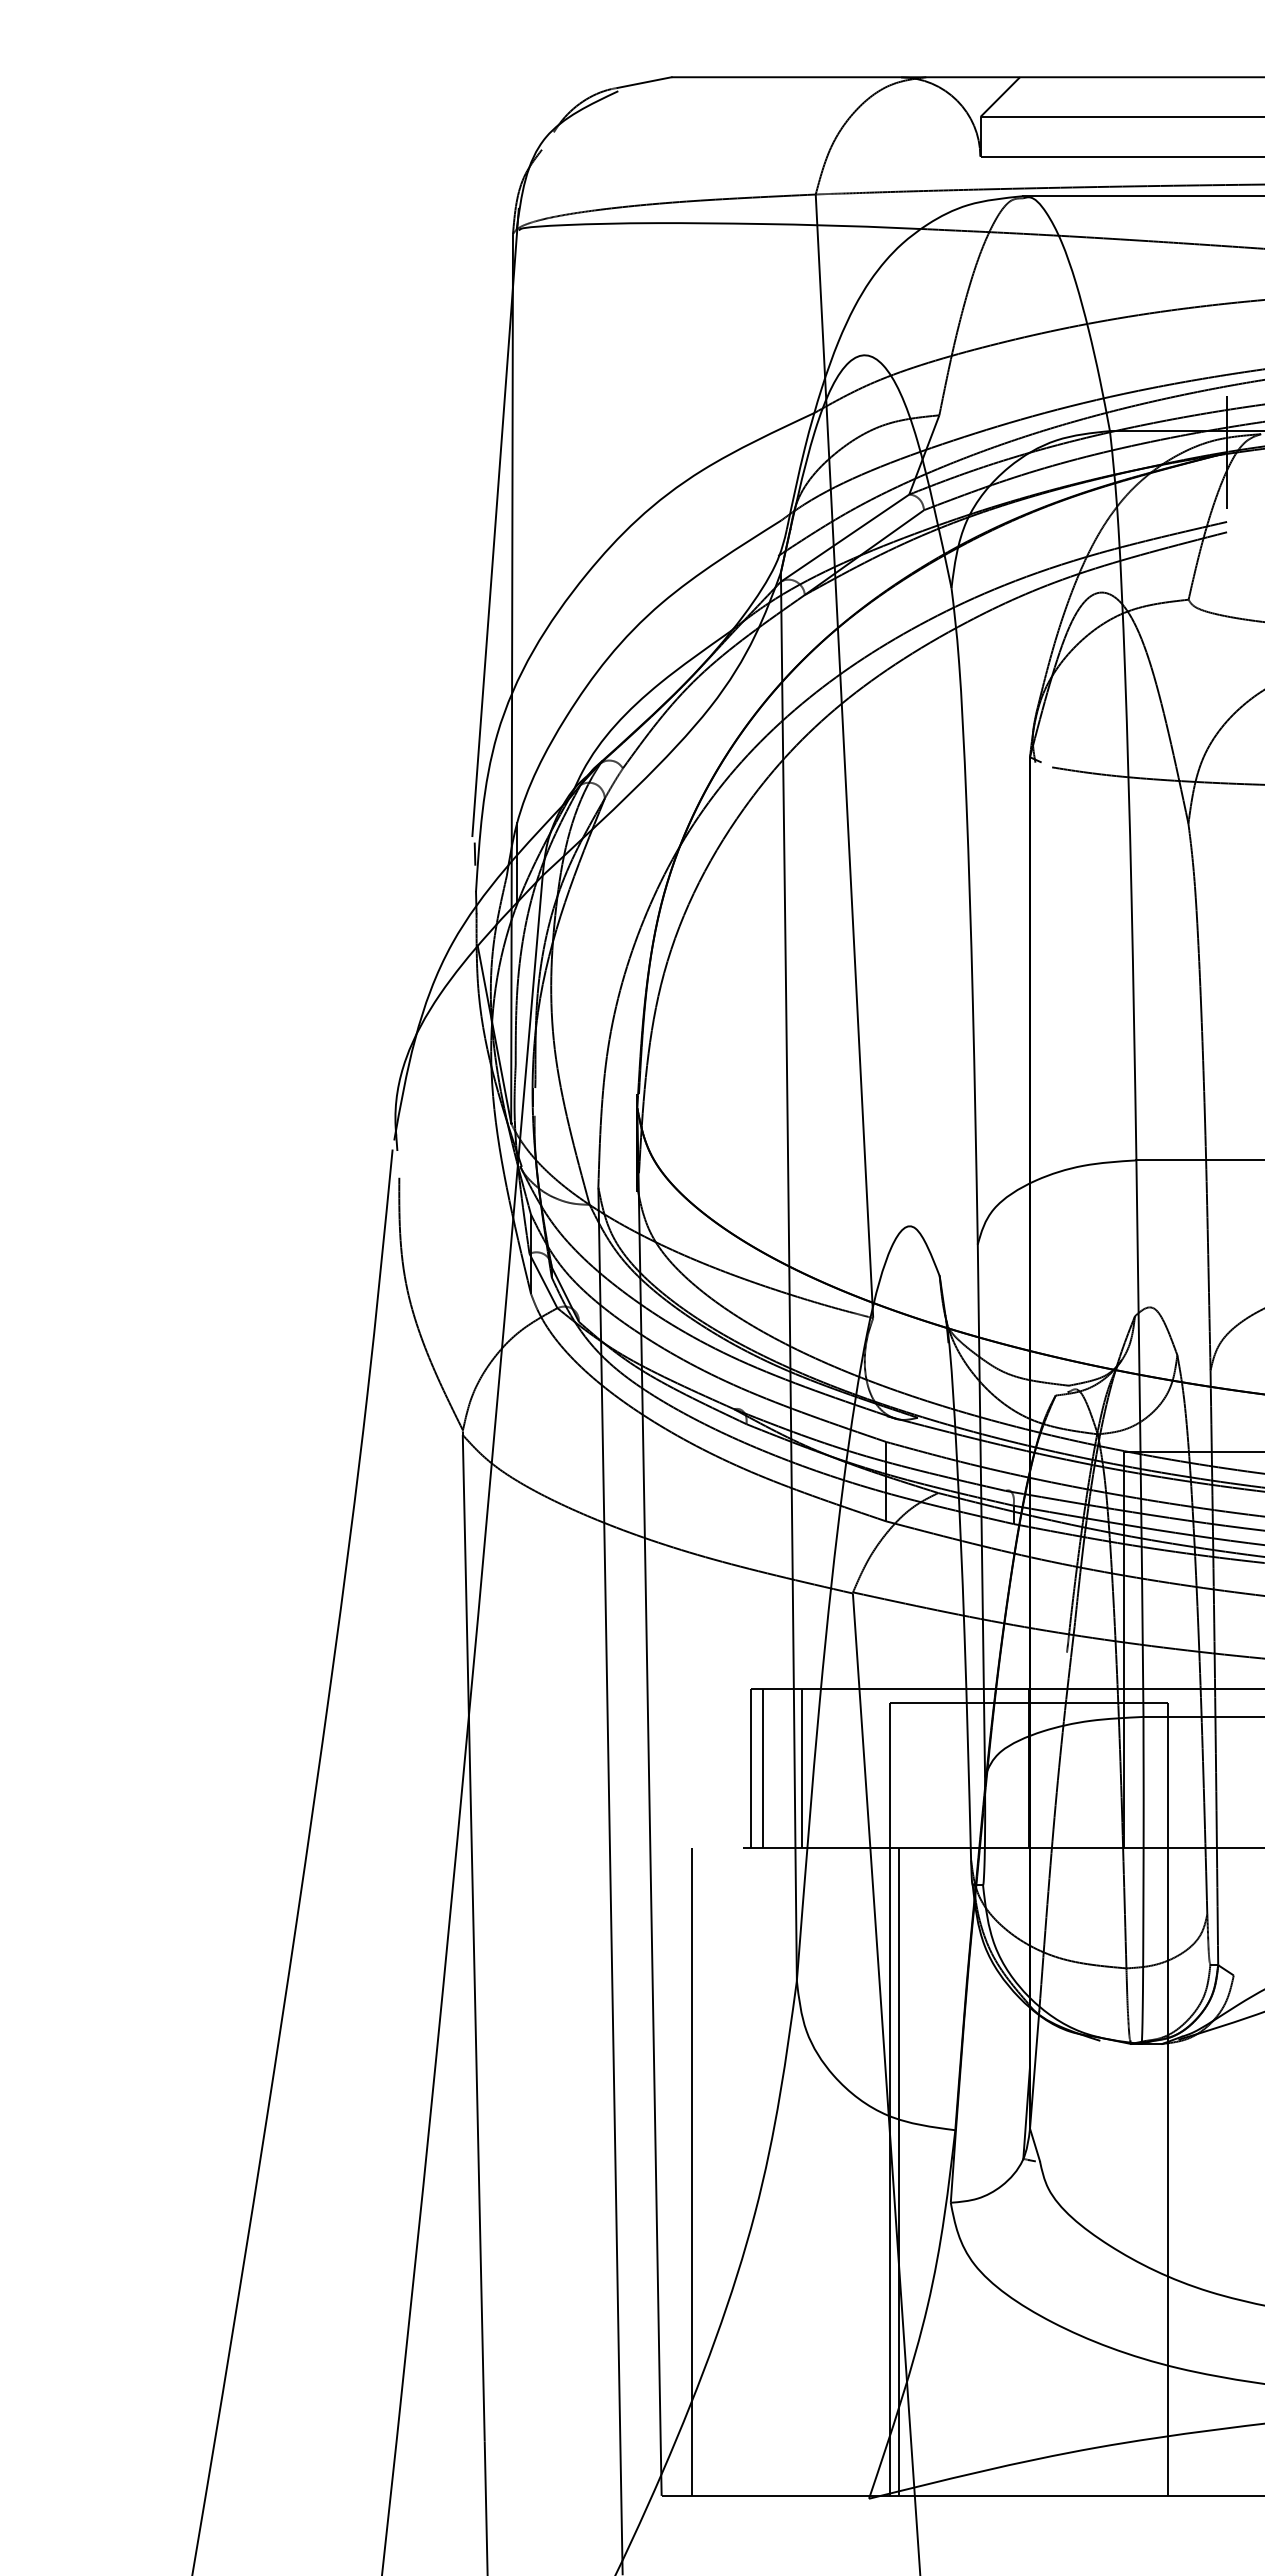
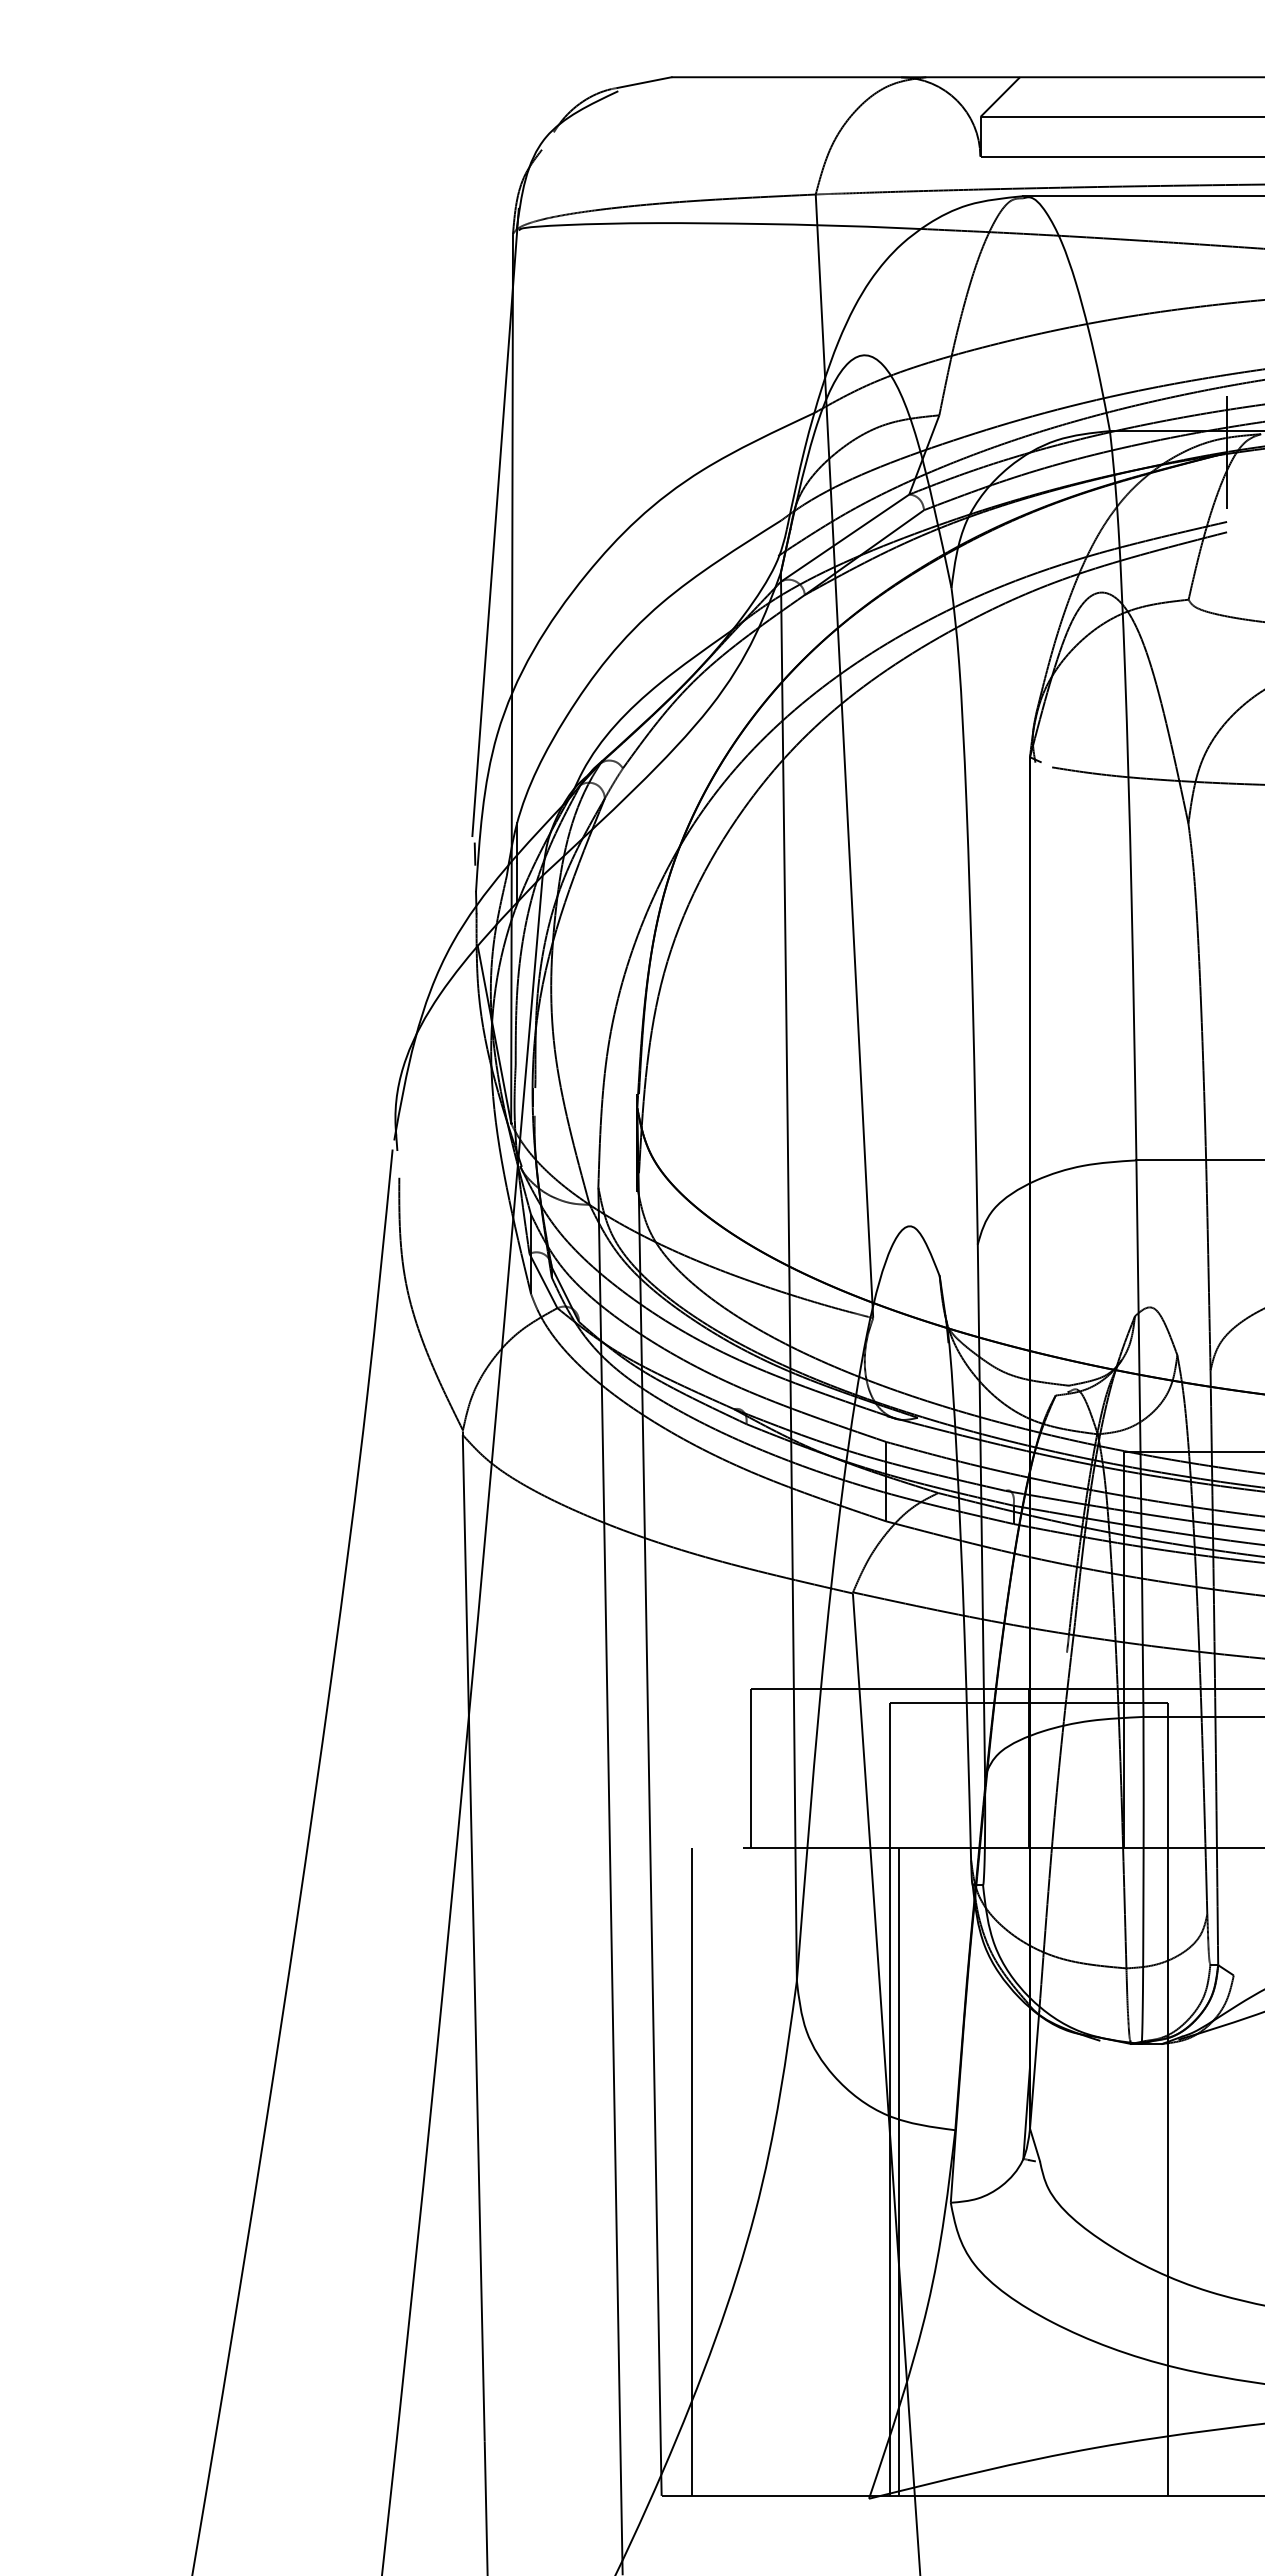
line at (762, 1768): present -> none
line at (801, 1768): present -> none
